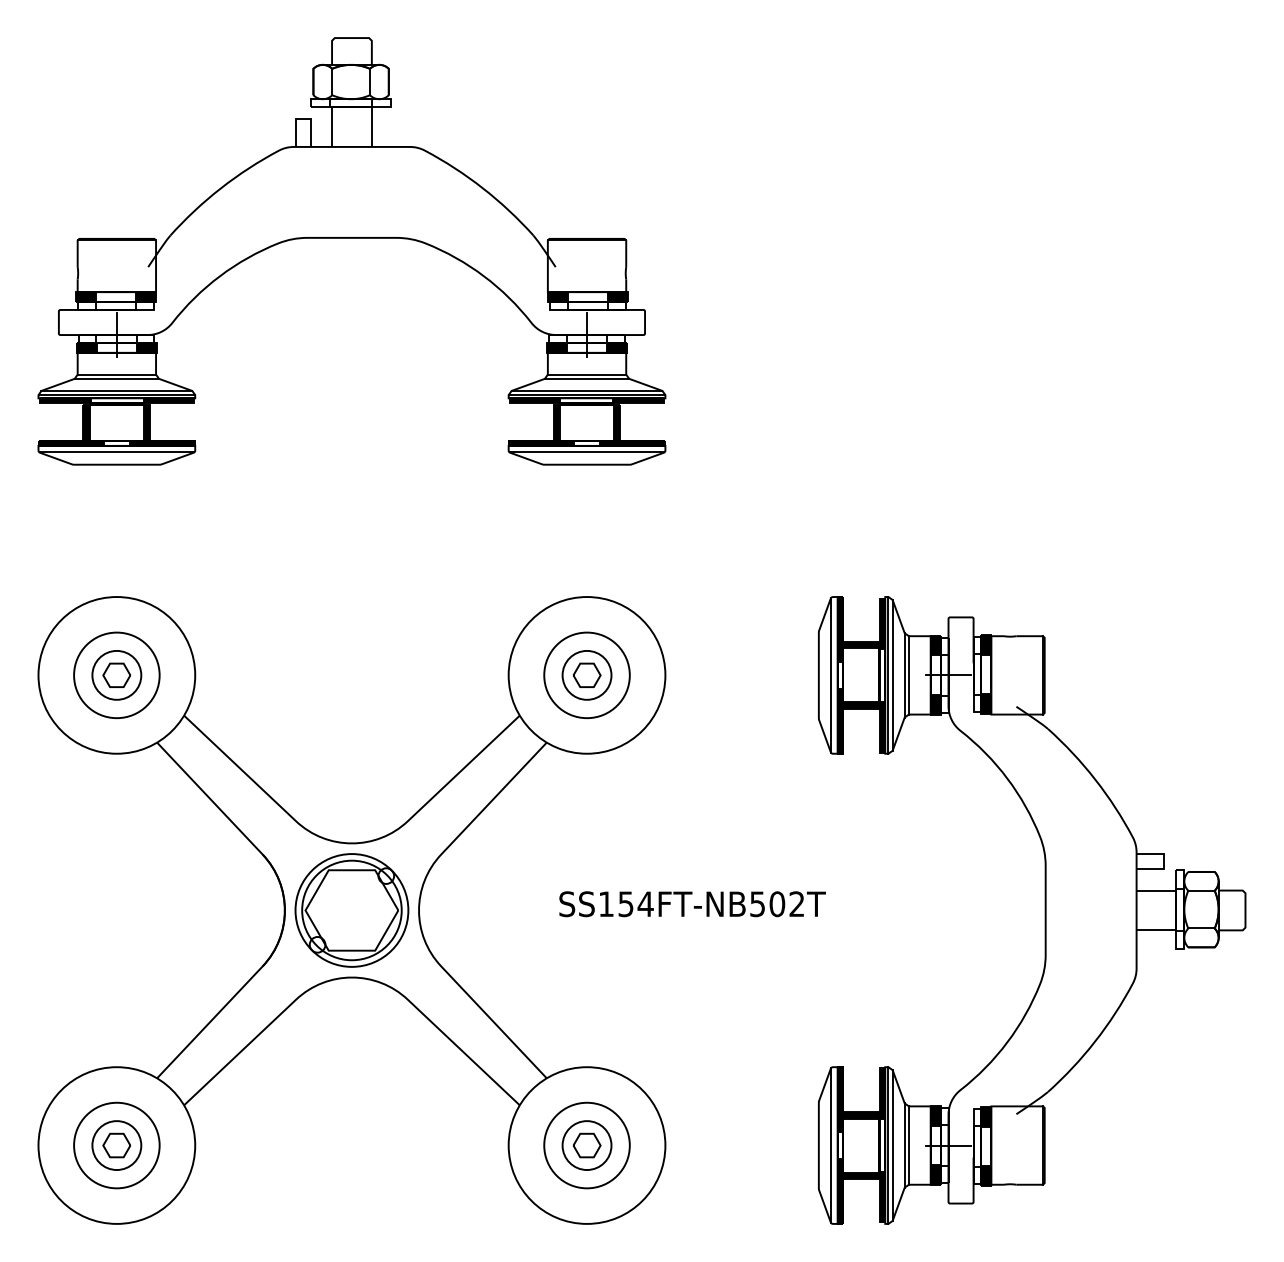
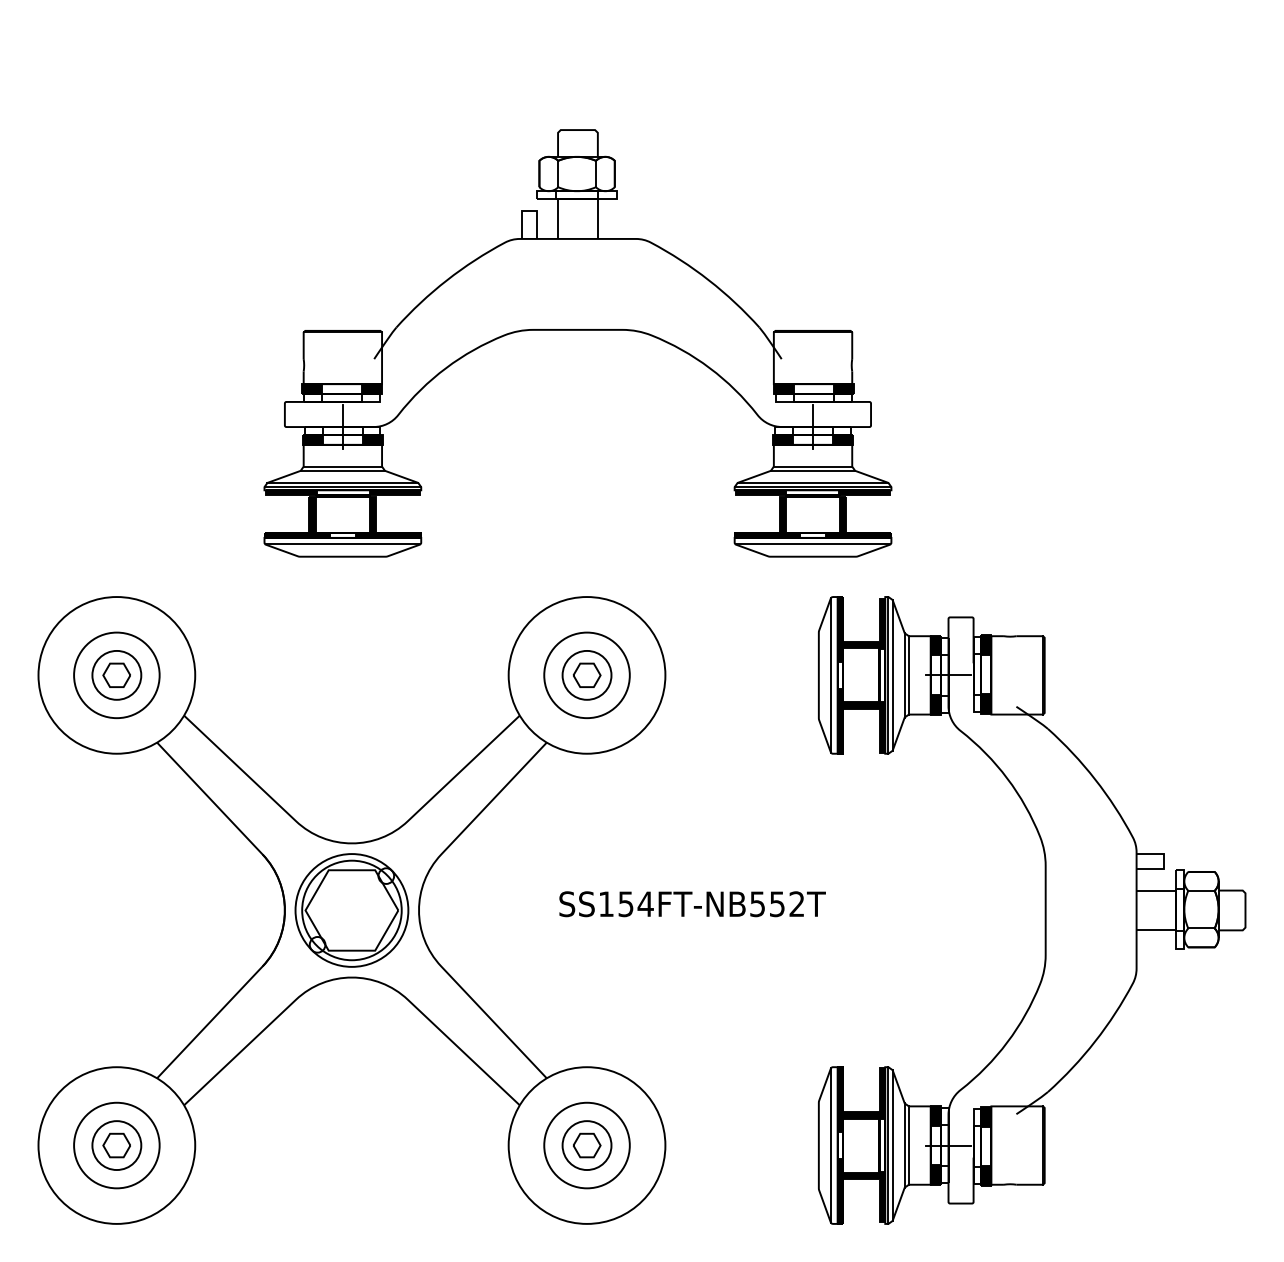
part at (351, 238) position: (351, 238) -> (577, 330)
text at (777, 904): SS154FT-NB502T -> SS154FT-NB552T
